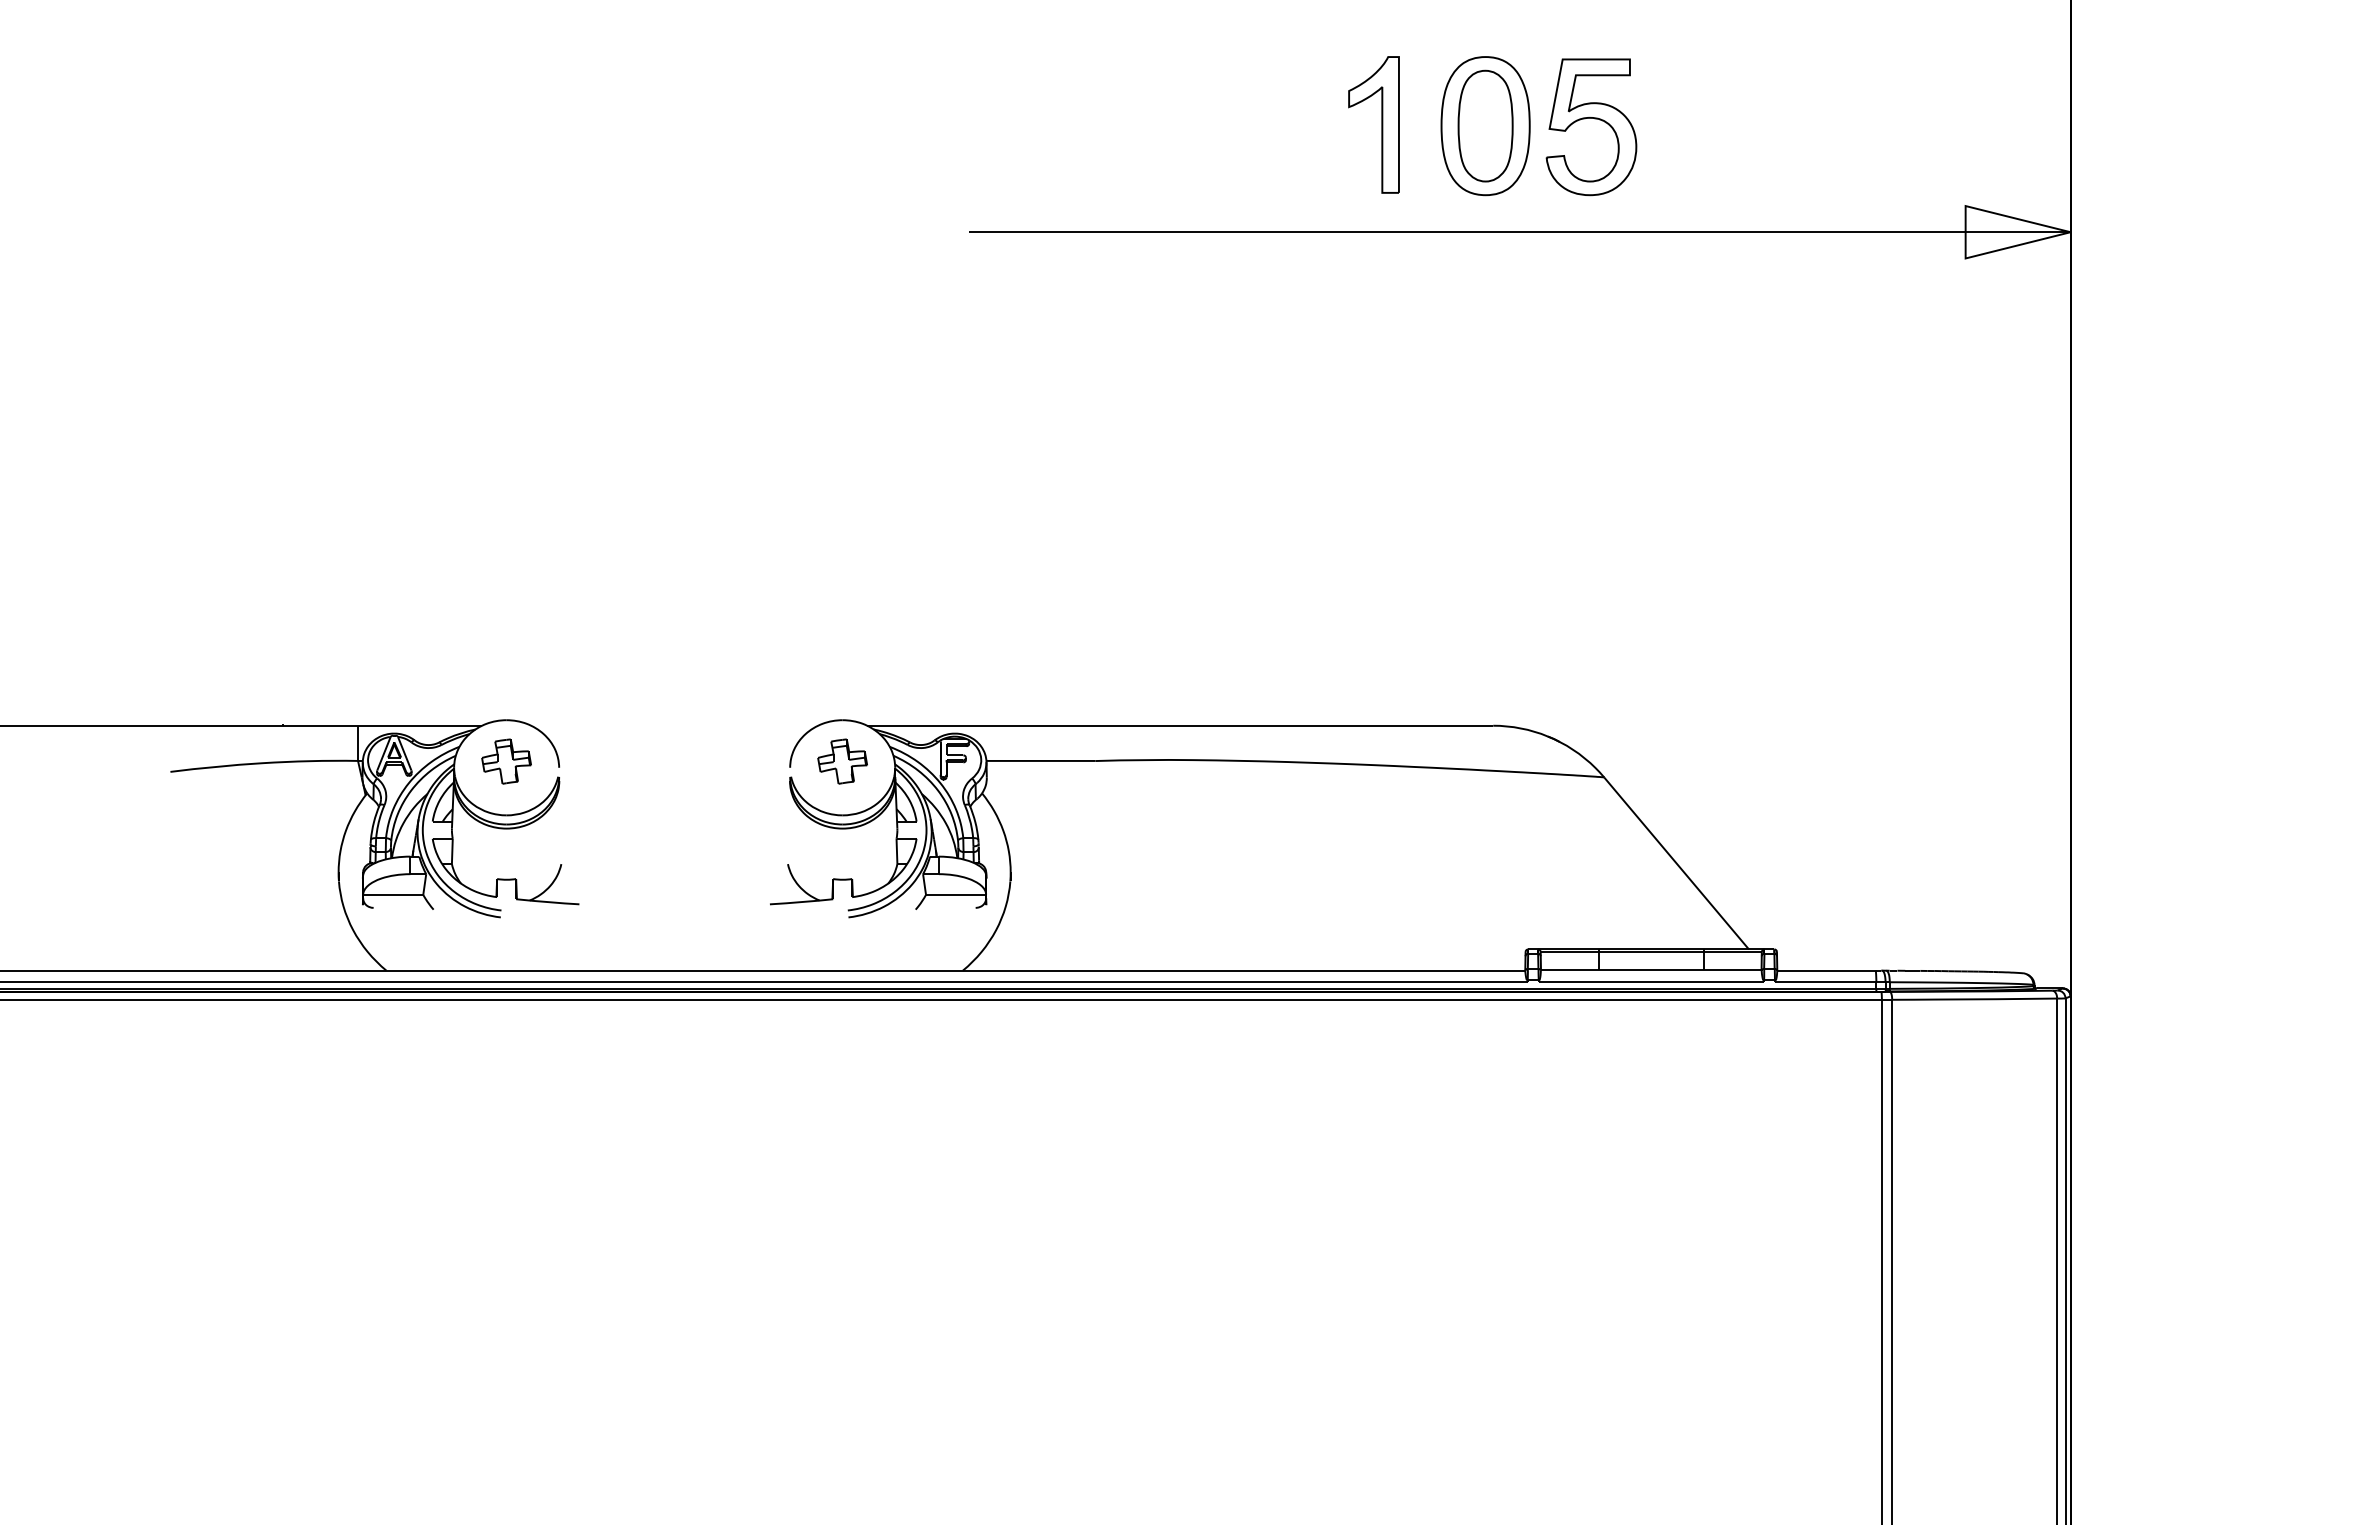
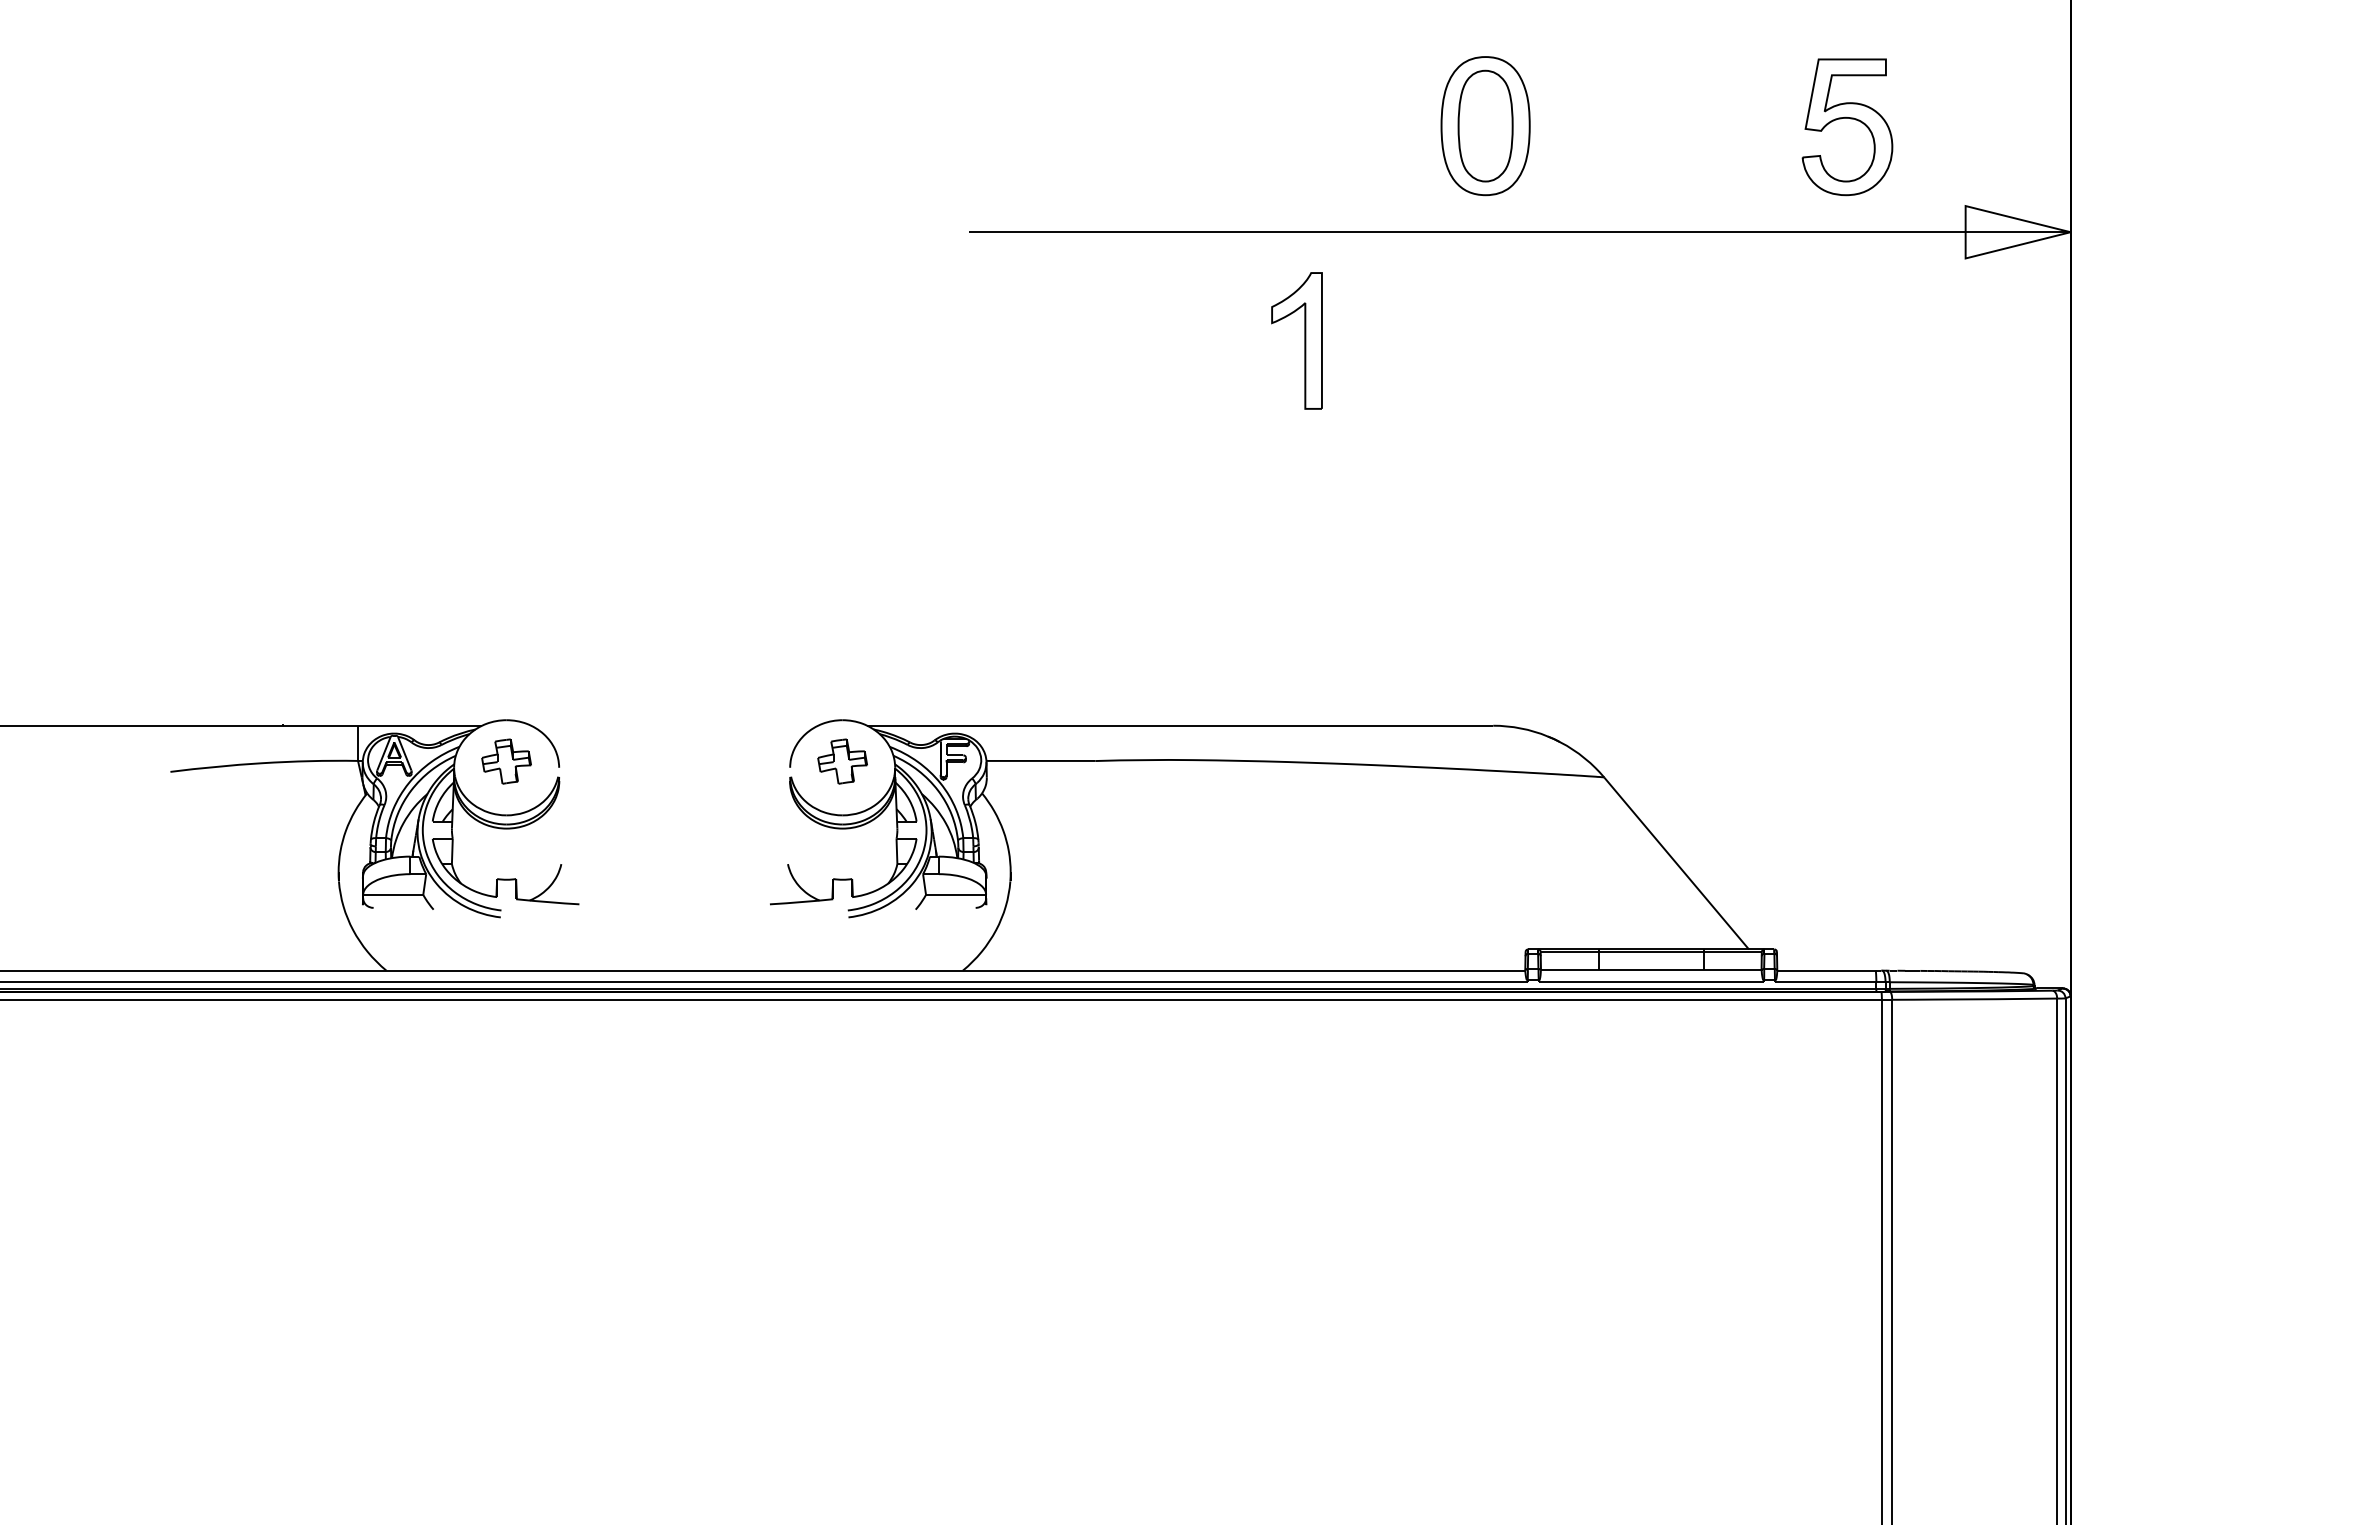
part at (1594, 119) position: (1594, 119) -> (1850, 119)
part at (1381, 124) position: (1381, 124) -> (1304, 340)
